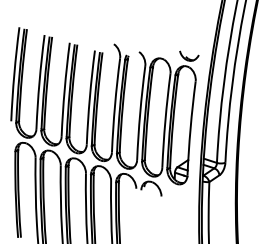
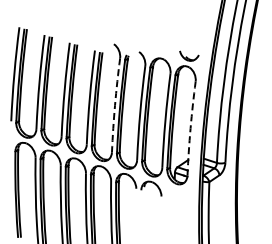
arc at (115, 105): solid -> dashed
arc at (190, 128): solid -> dashed
